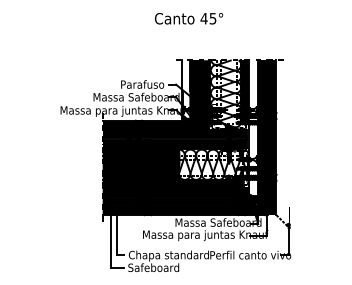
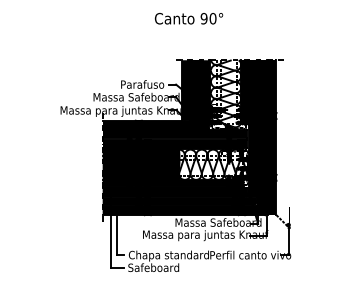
text at (208, 18): 45° -> 90°
fill at (186, 89): none -> present
fill at (253, 128): none -> present
